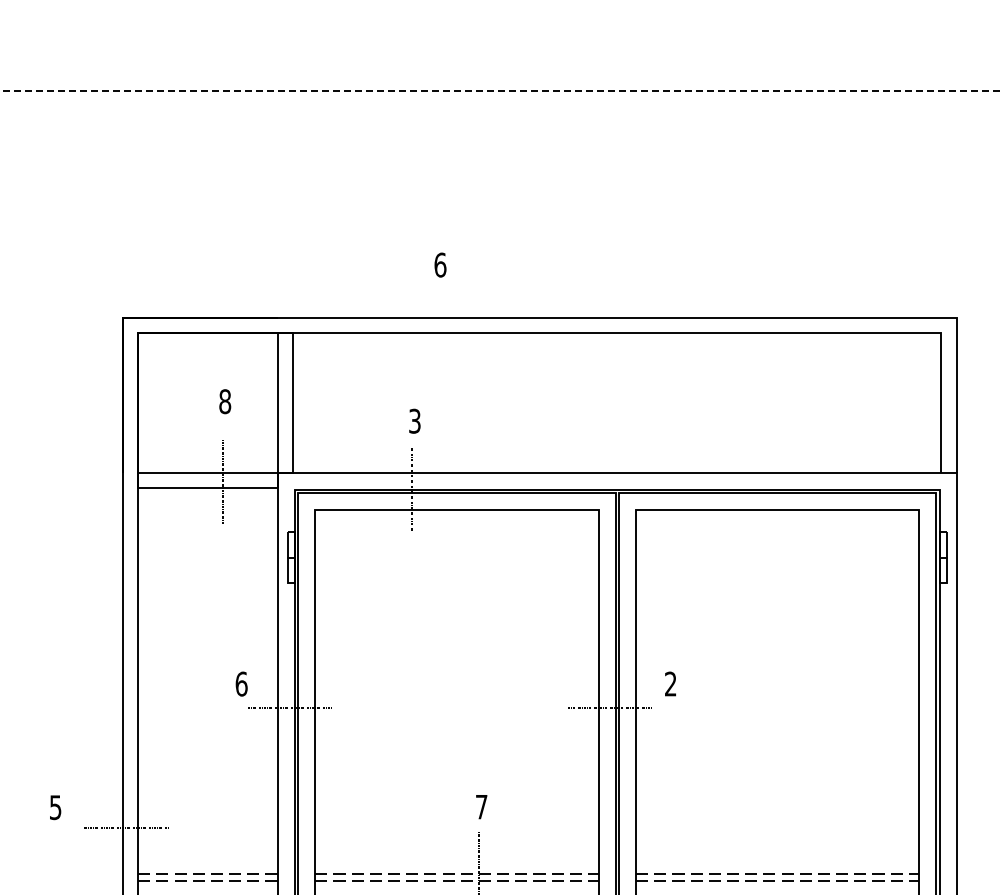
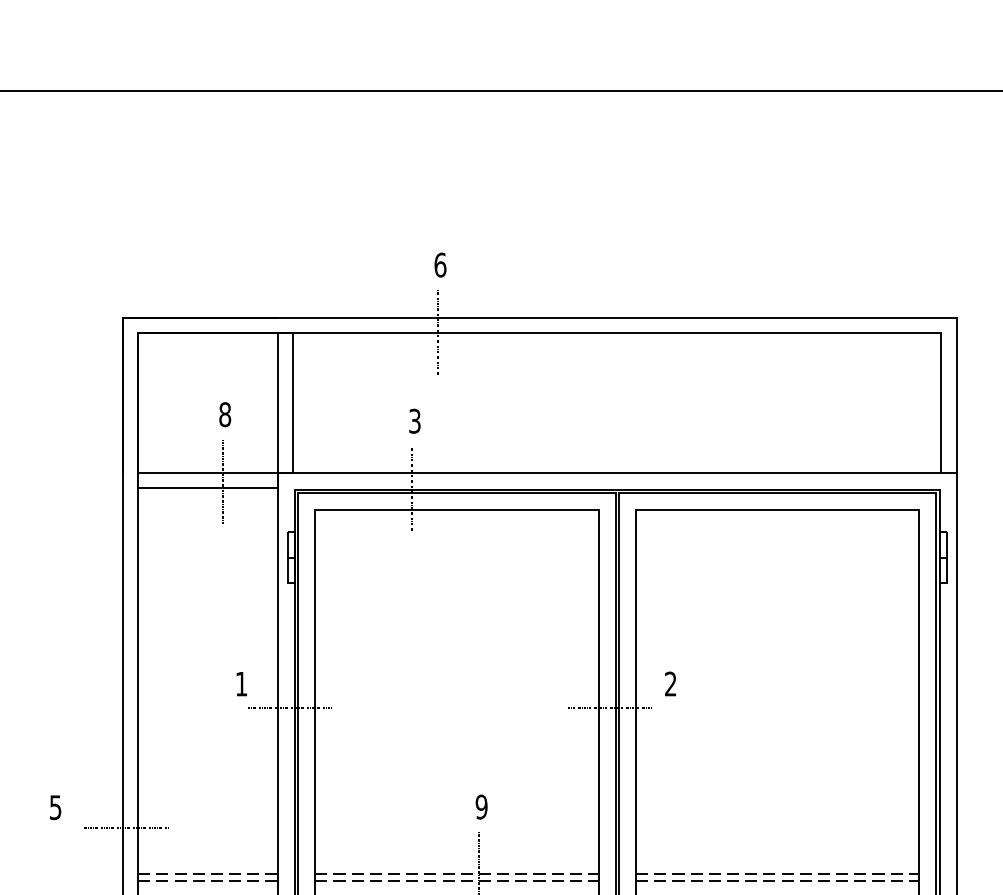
line at (501, 91): dashed -> solid
line at (437, 331): none -> present
text at (225, 401) position: (225, 401) -> (225, 414)
text at (241, 683): 6 -> 1
text at (481, 806): 7 -> 9
